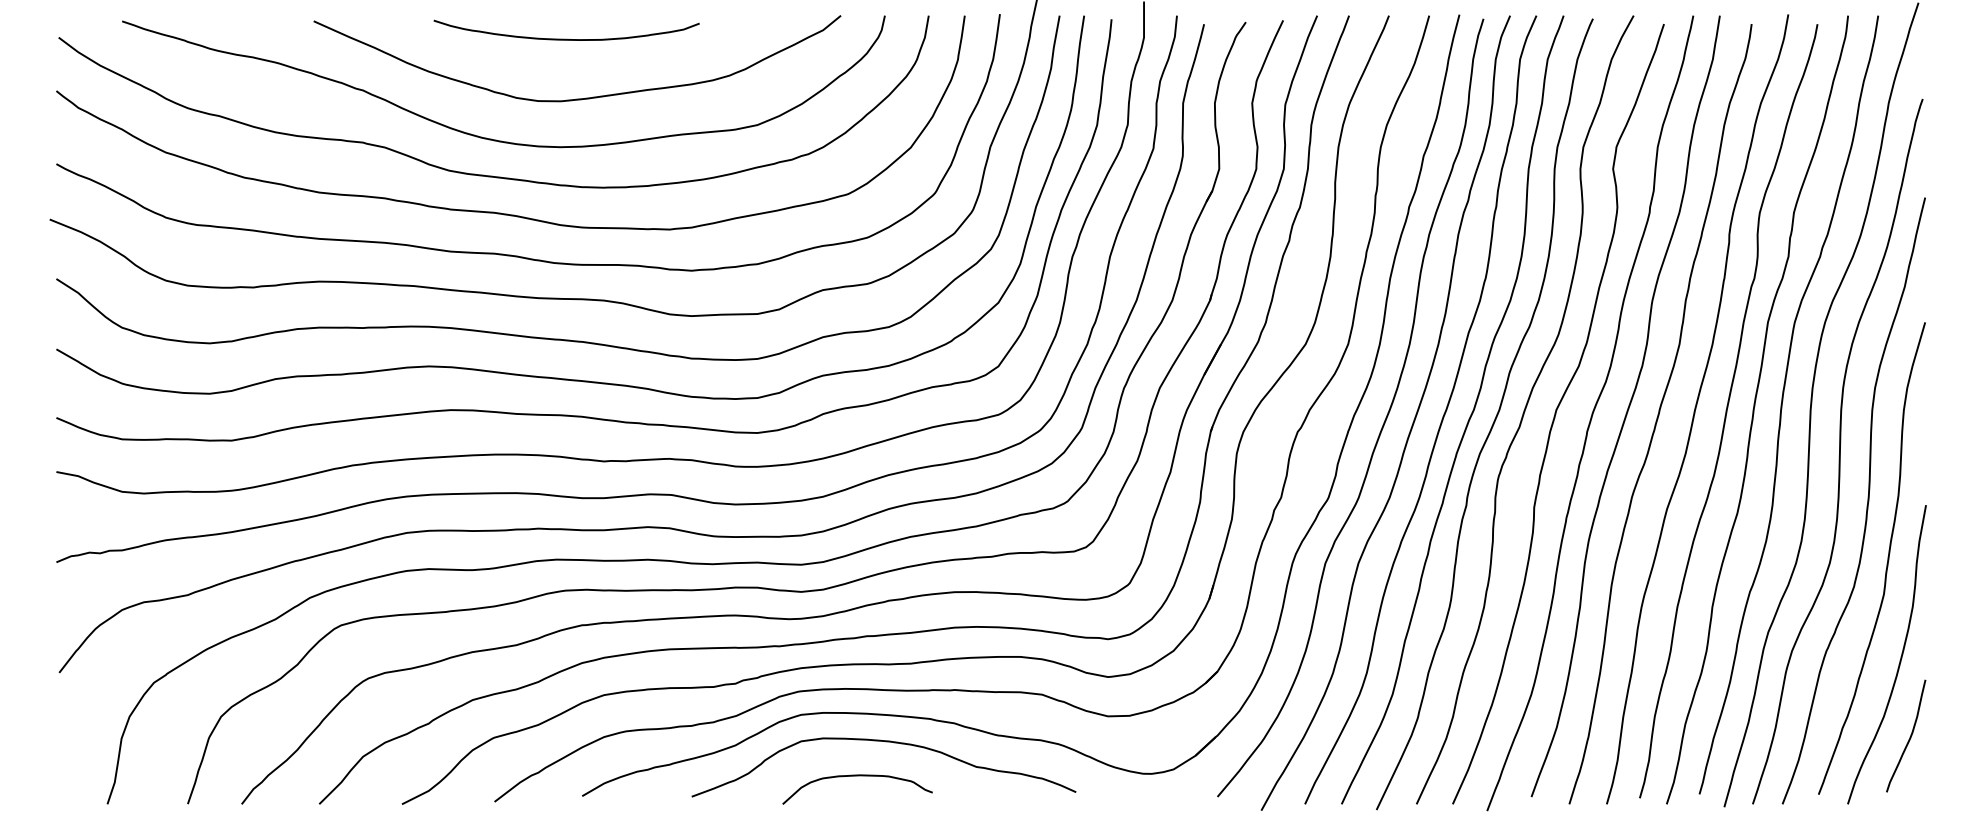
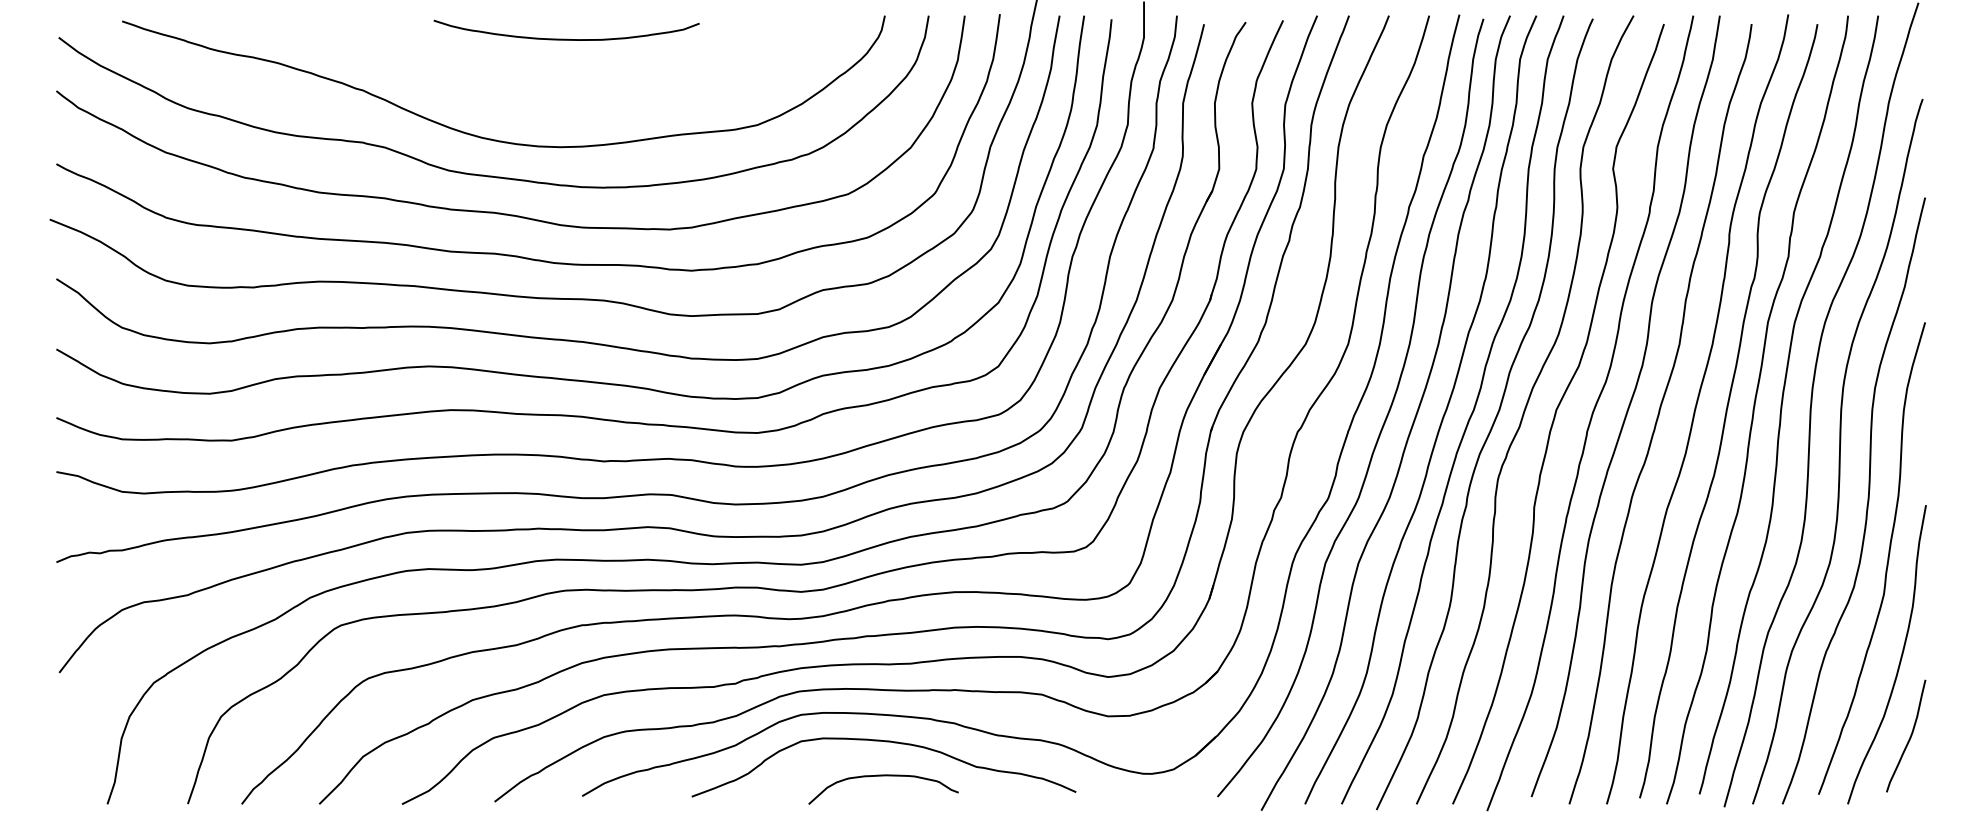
curve at (585, 97): present -> none
curve at (857, 776) position: (857, 776) -> (883, 776)
